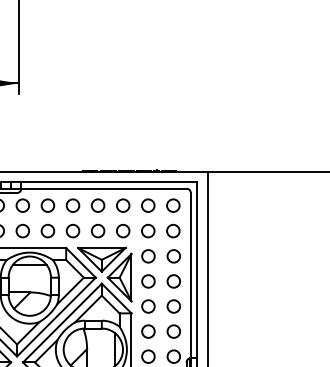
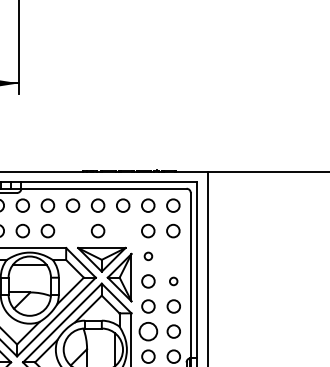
circle at (72, 230): present -> none
circle at (123, 230): present -> none
circle at (148, 256) size: 15x15 px -> 11x11 px
circle at (173, 256): present -> none
circle at (173, 281) size: 15x15 px -> 10x11 px
circle at (148, 331) size: 15x15 px -> 21x20 px
